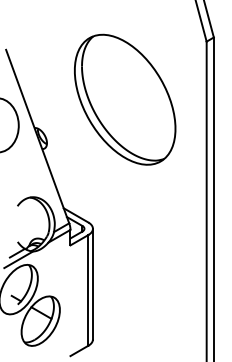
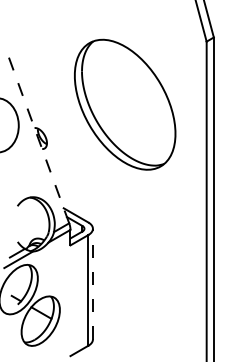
part at (125, 99) position: (125, 99) -> (125, 104)
line at (37, 136): solid -> dashed
line at (92, 283): solid -> dashed
